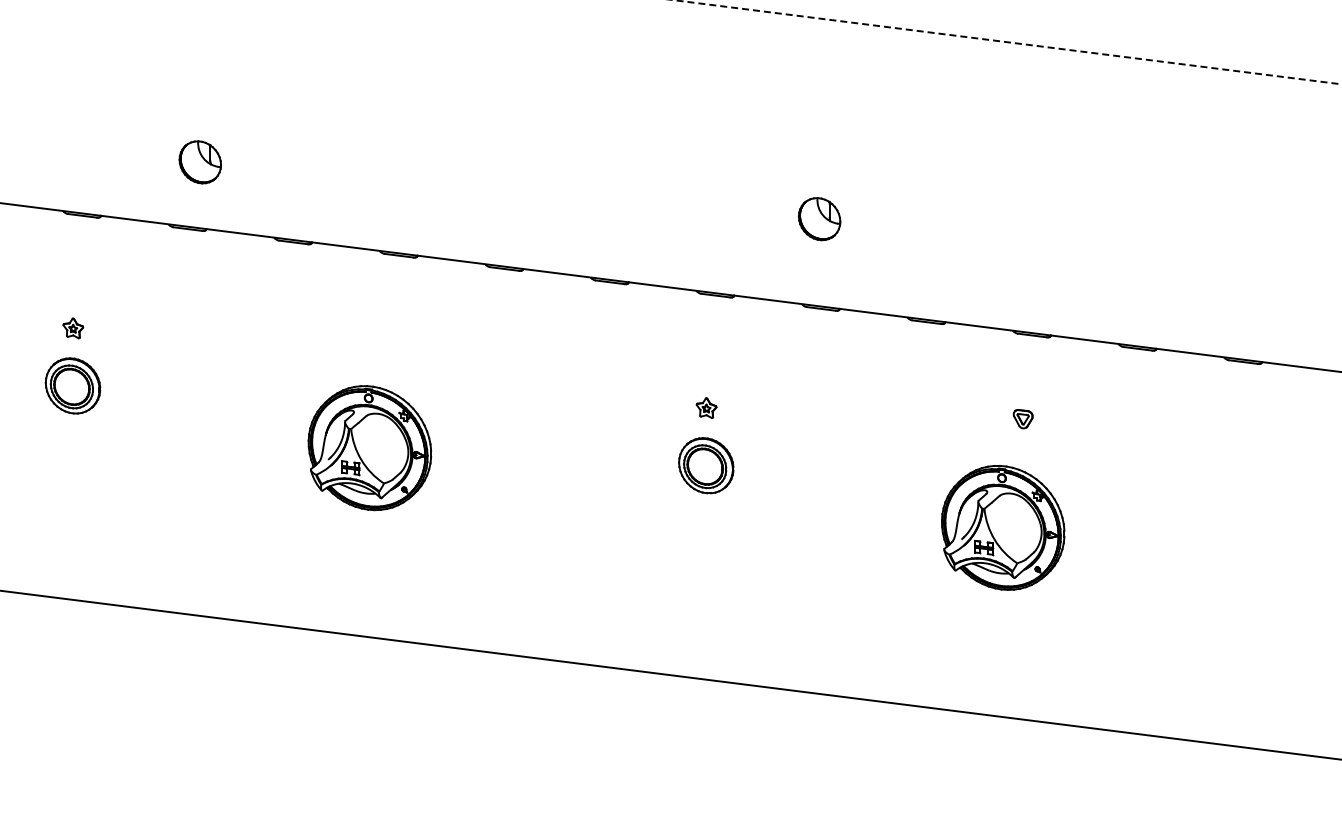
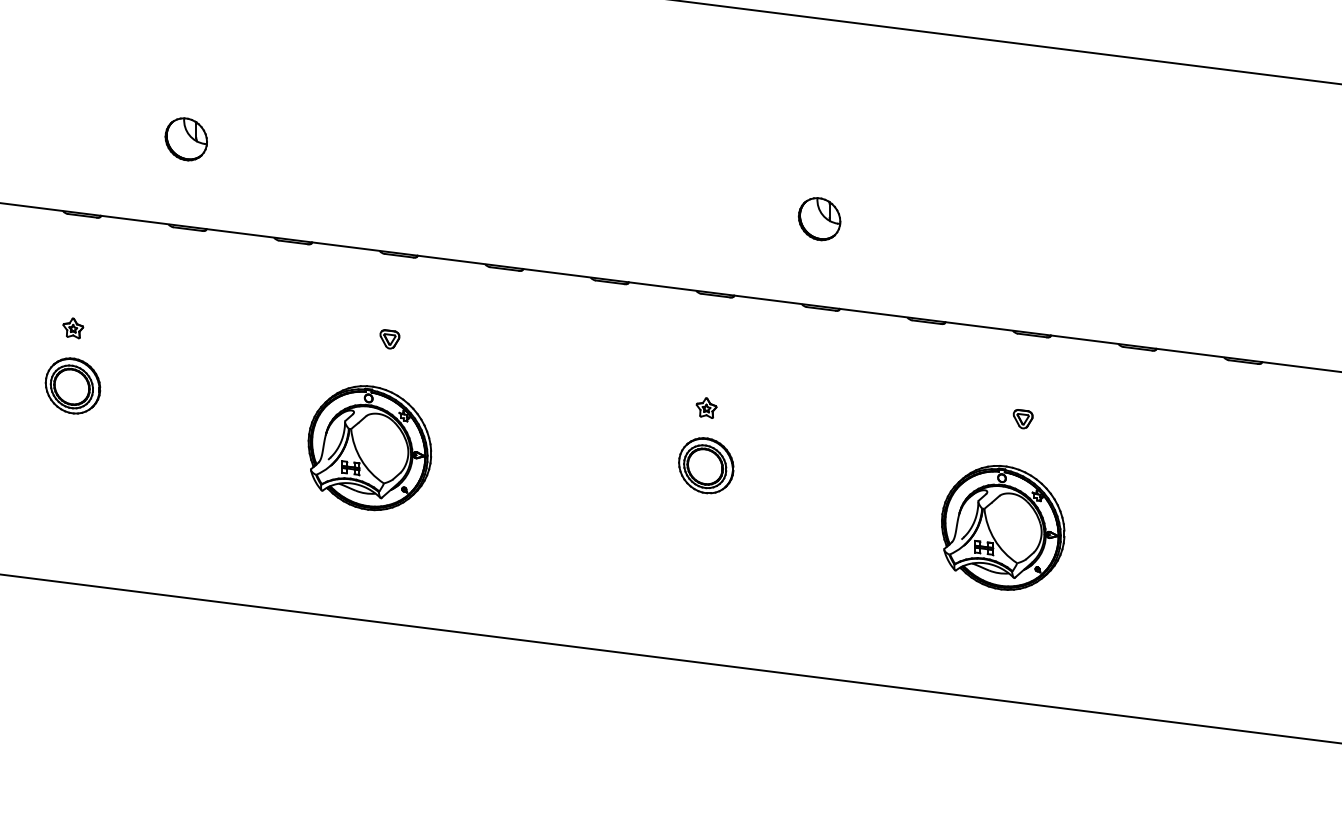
line at (1007, 42): dashed -> solid
part at (199, 162) position: (199, 162) -> (185, 139)
part at (389, 339): none -> present
line at (670, 675) position: (670, 675) -> (670, 658)
